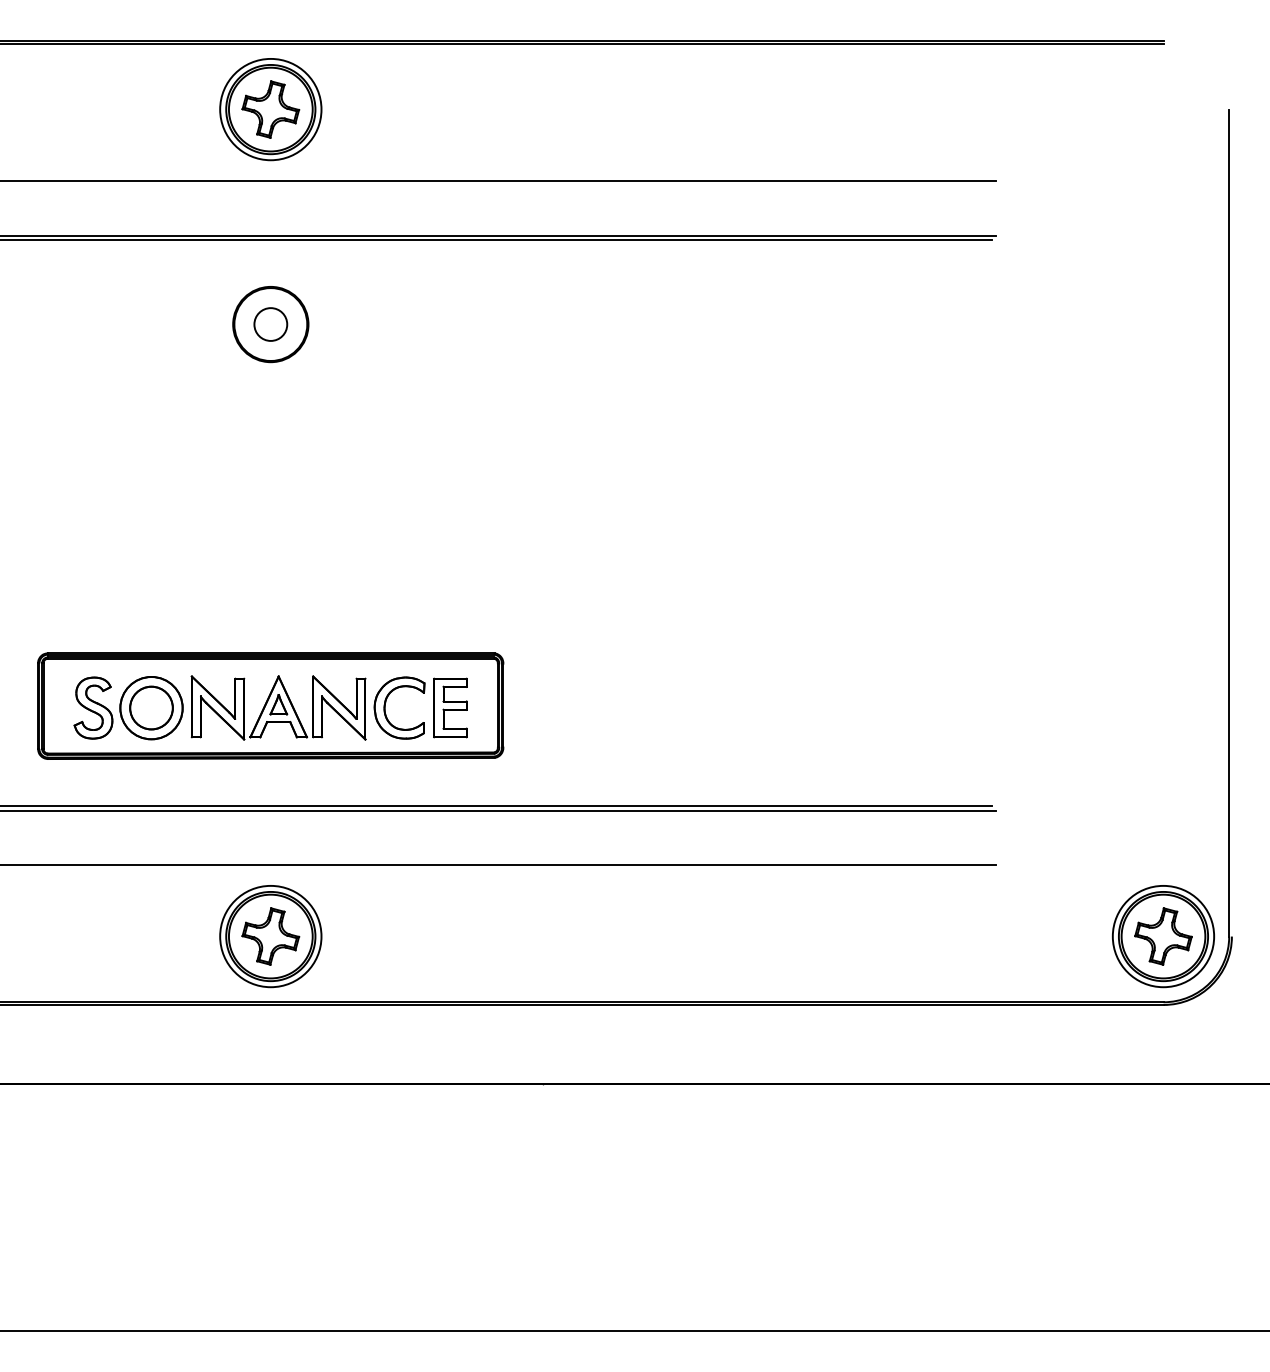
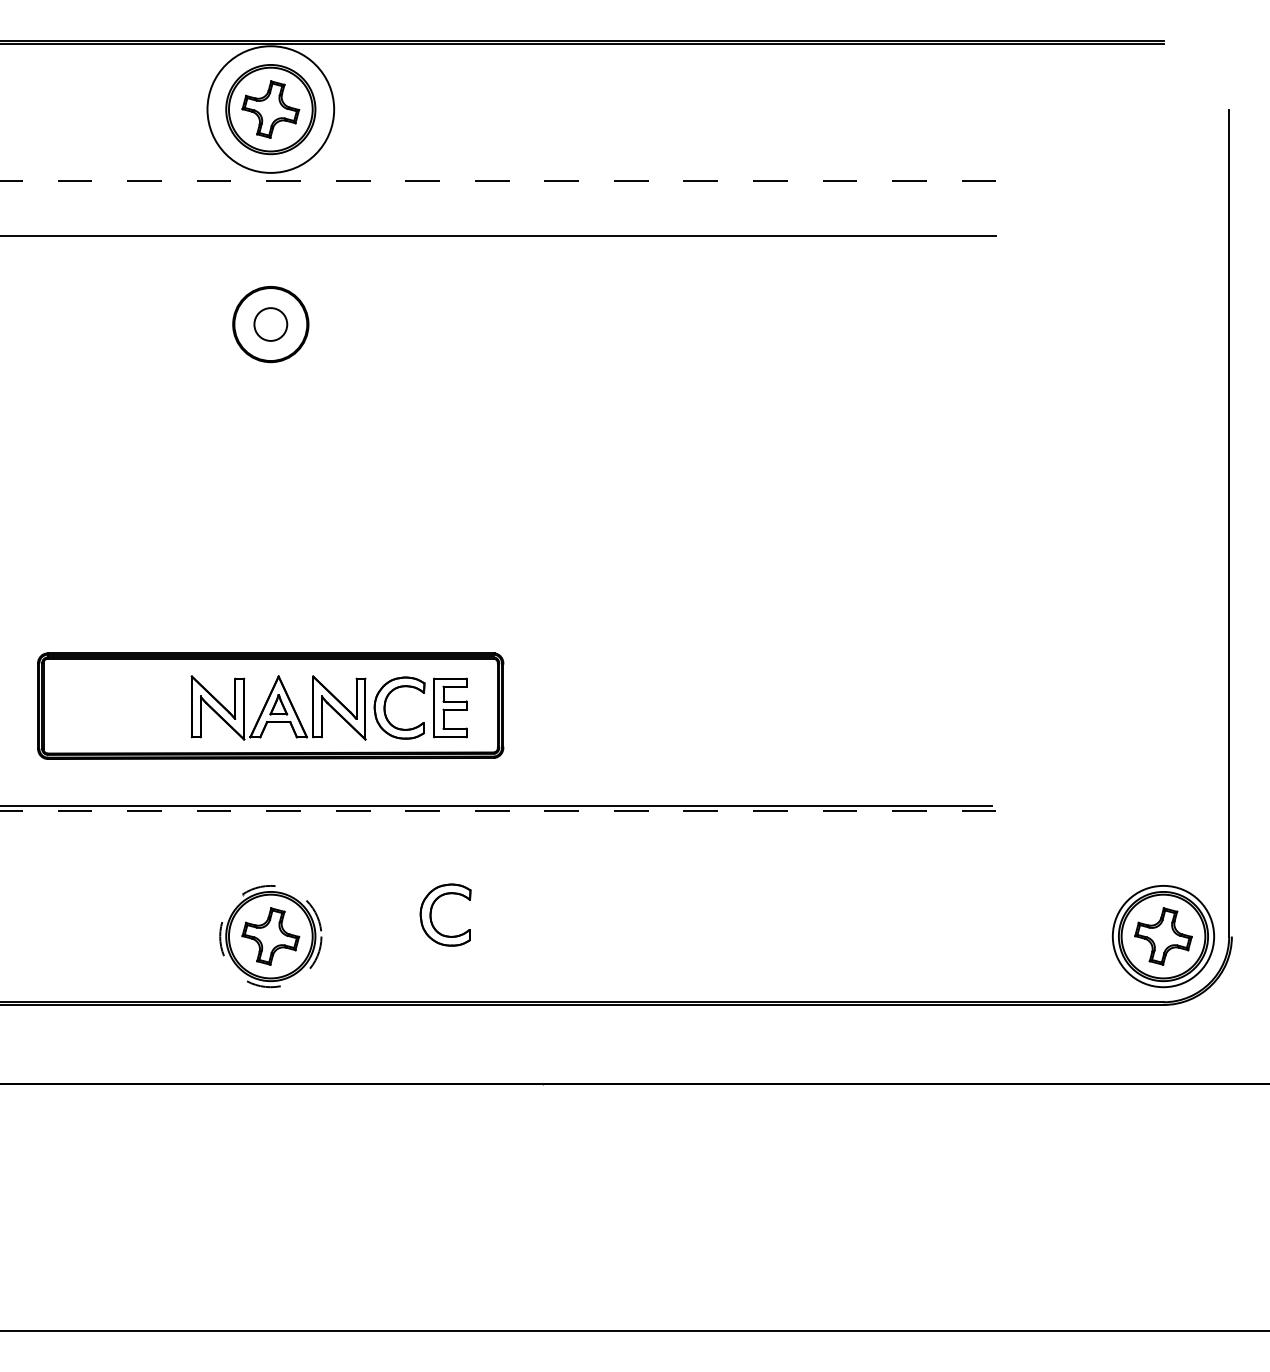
circle at (270, 109) diameter: 101 px -> 127 px
line at (498, 180): solid -> dashed
line at (496, 240): present -> none
part at (128, 708): present -> none
line at (498, 810): solid -> dashed
line at (499, 865): present -> none
part at (432, 909): none -> present
circle at (270, 936): solid -> dashed
